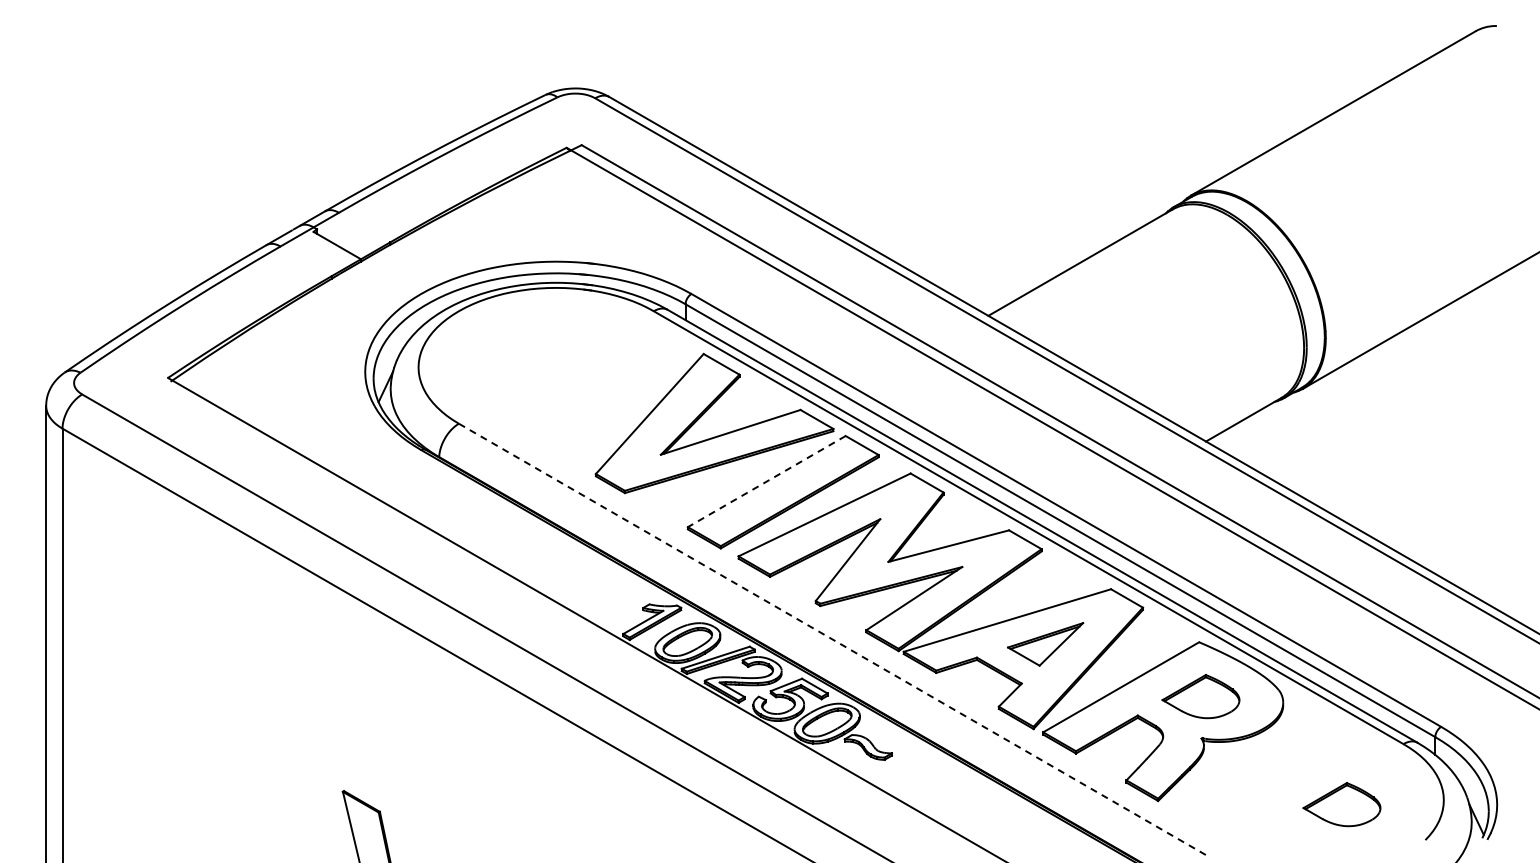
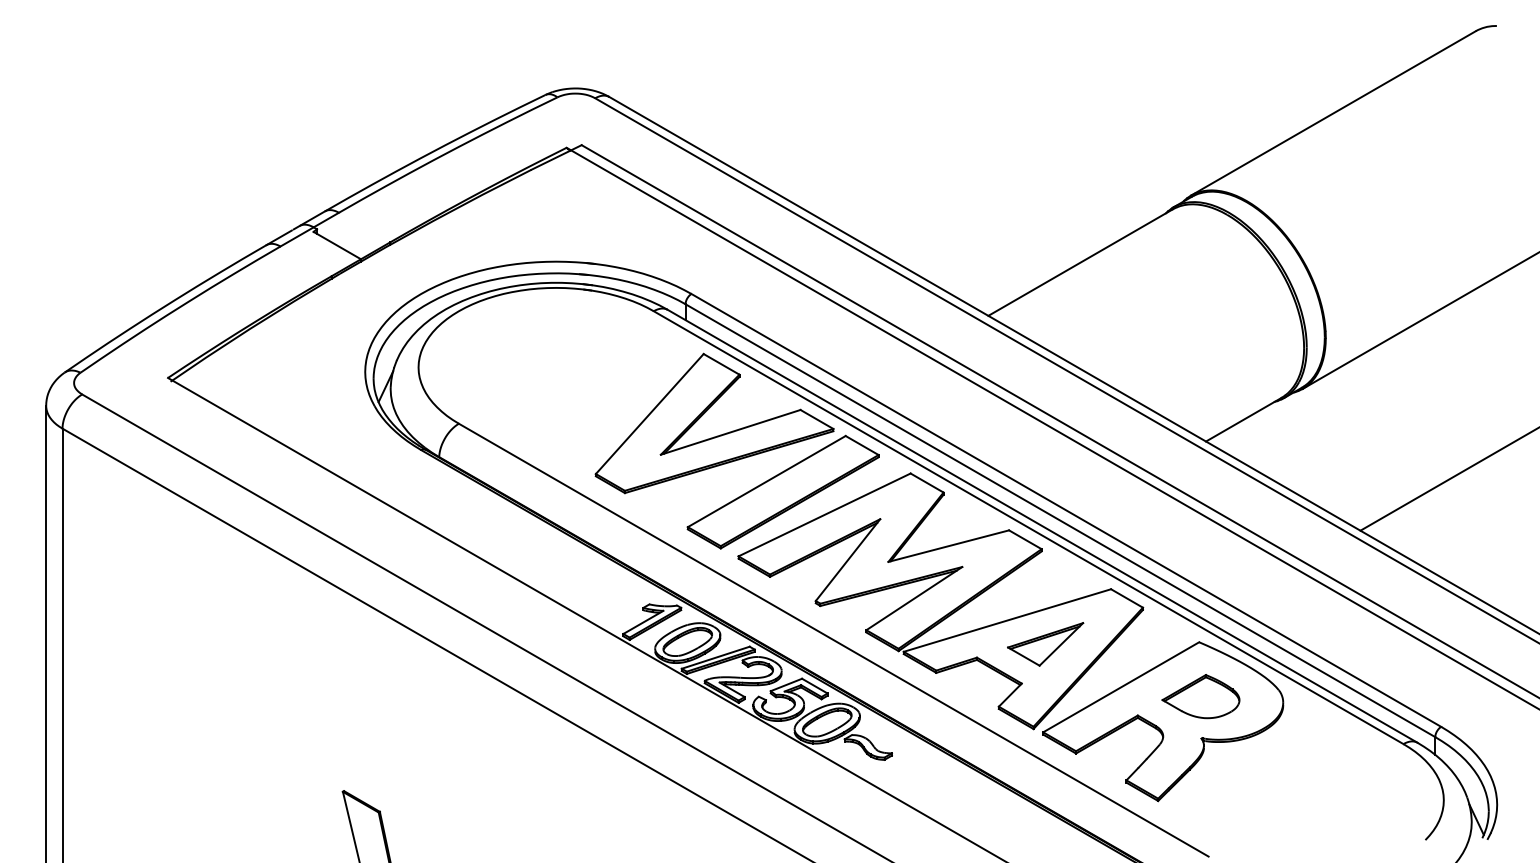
line at (1448, 479): none -> present
line at (766, 481): dashed -> solid
line at (833, 640): dashed -> solid
part at (1341, 804): present -> none
